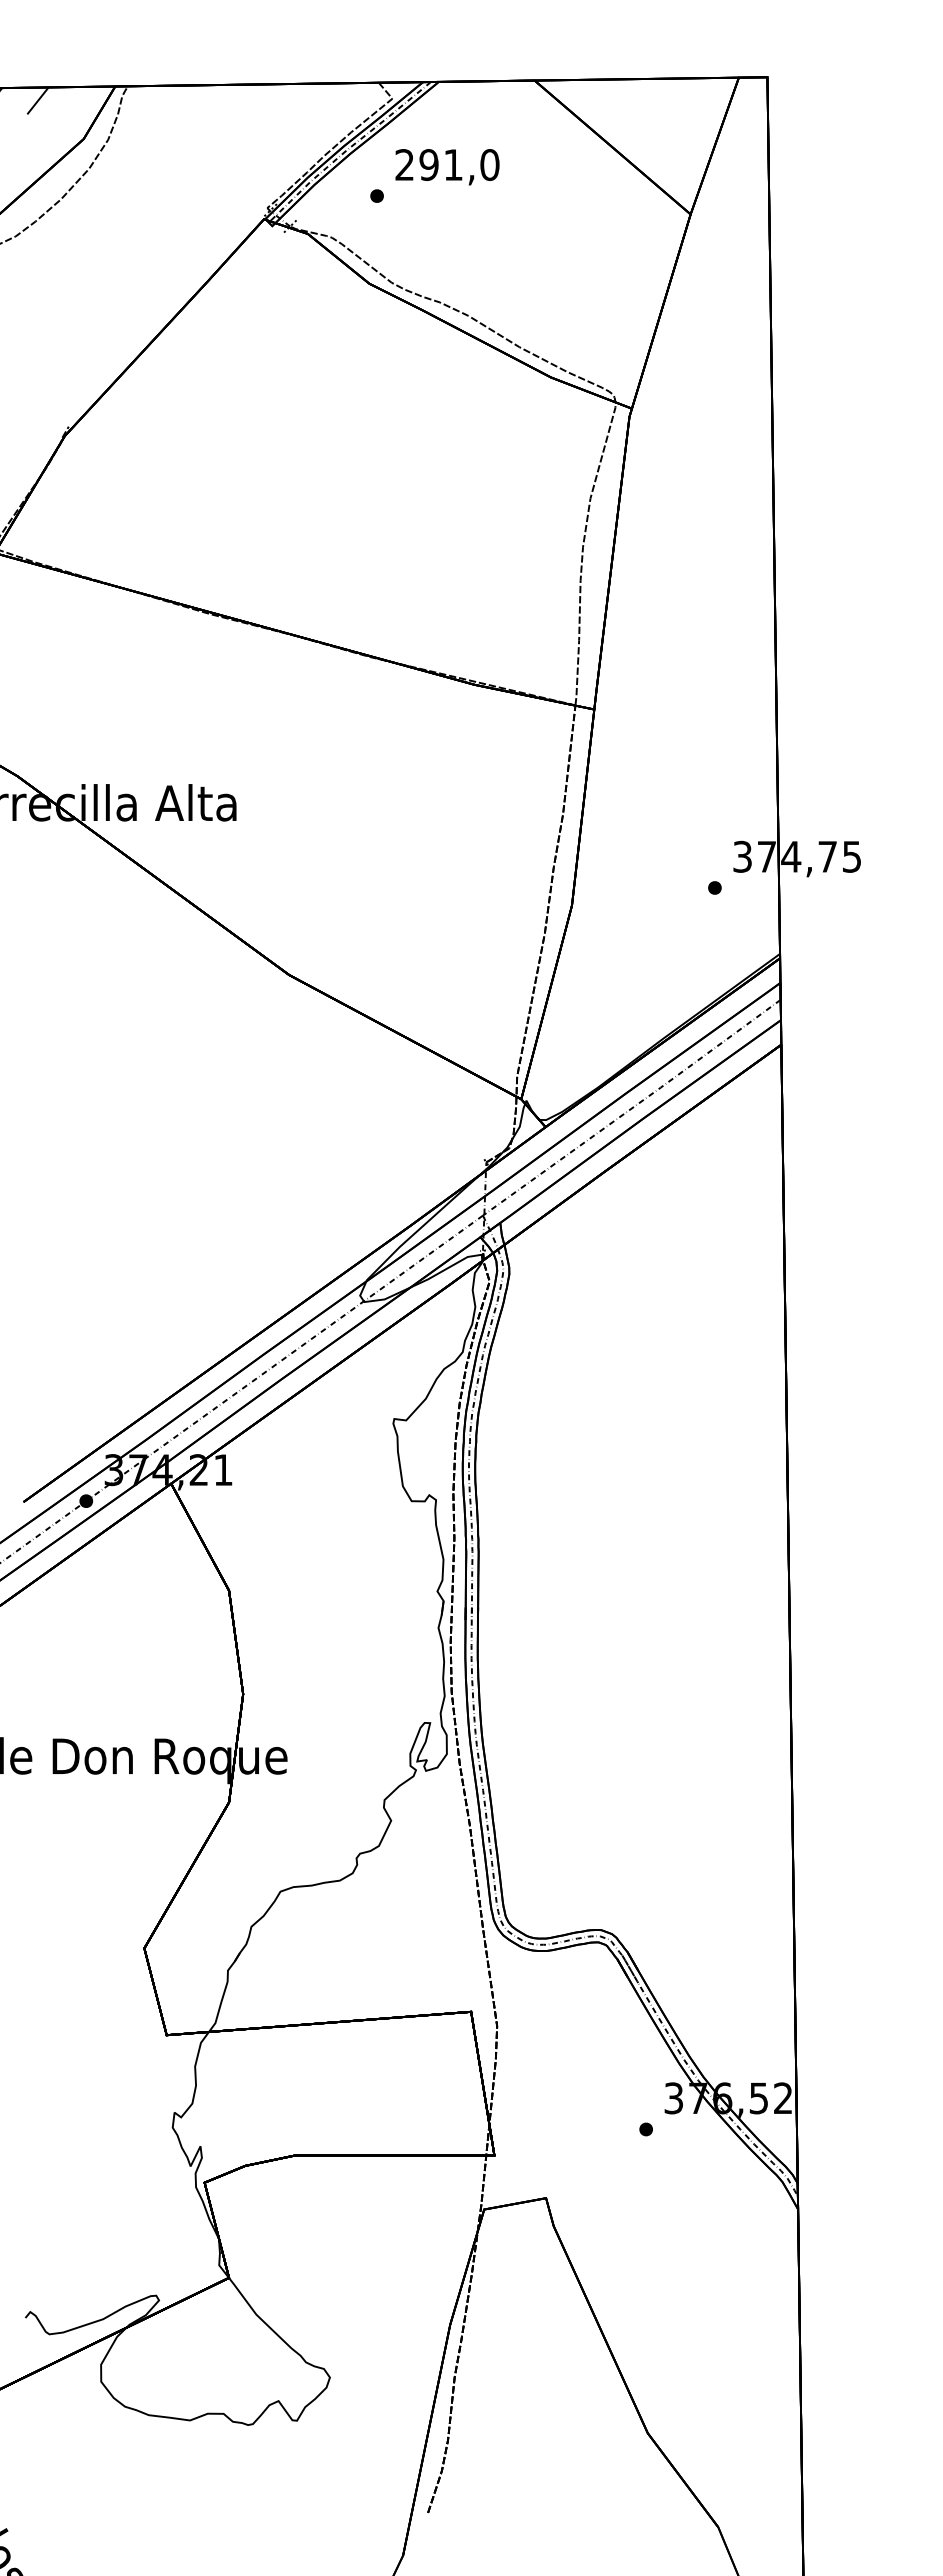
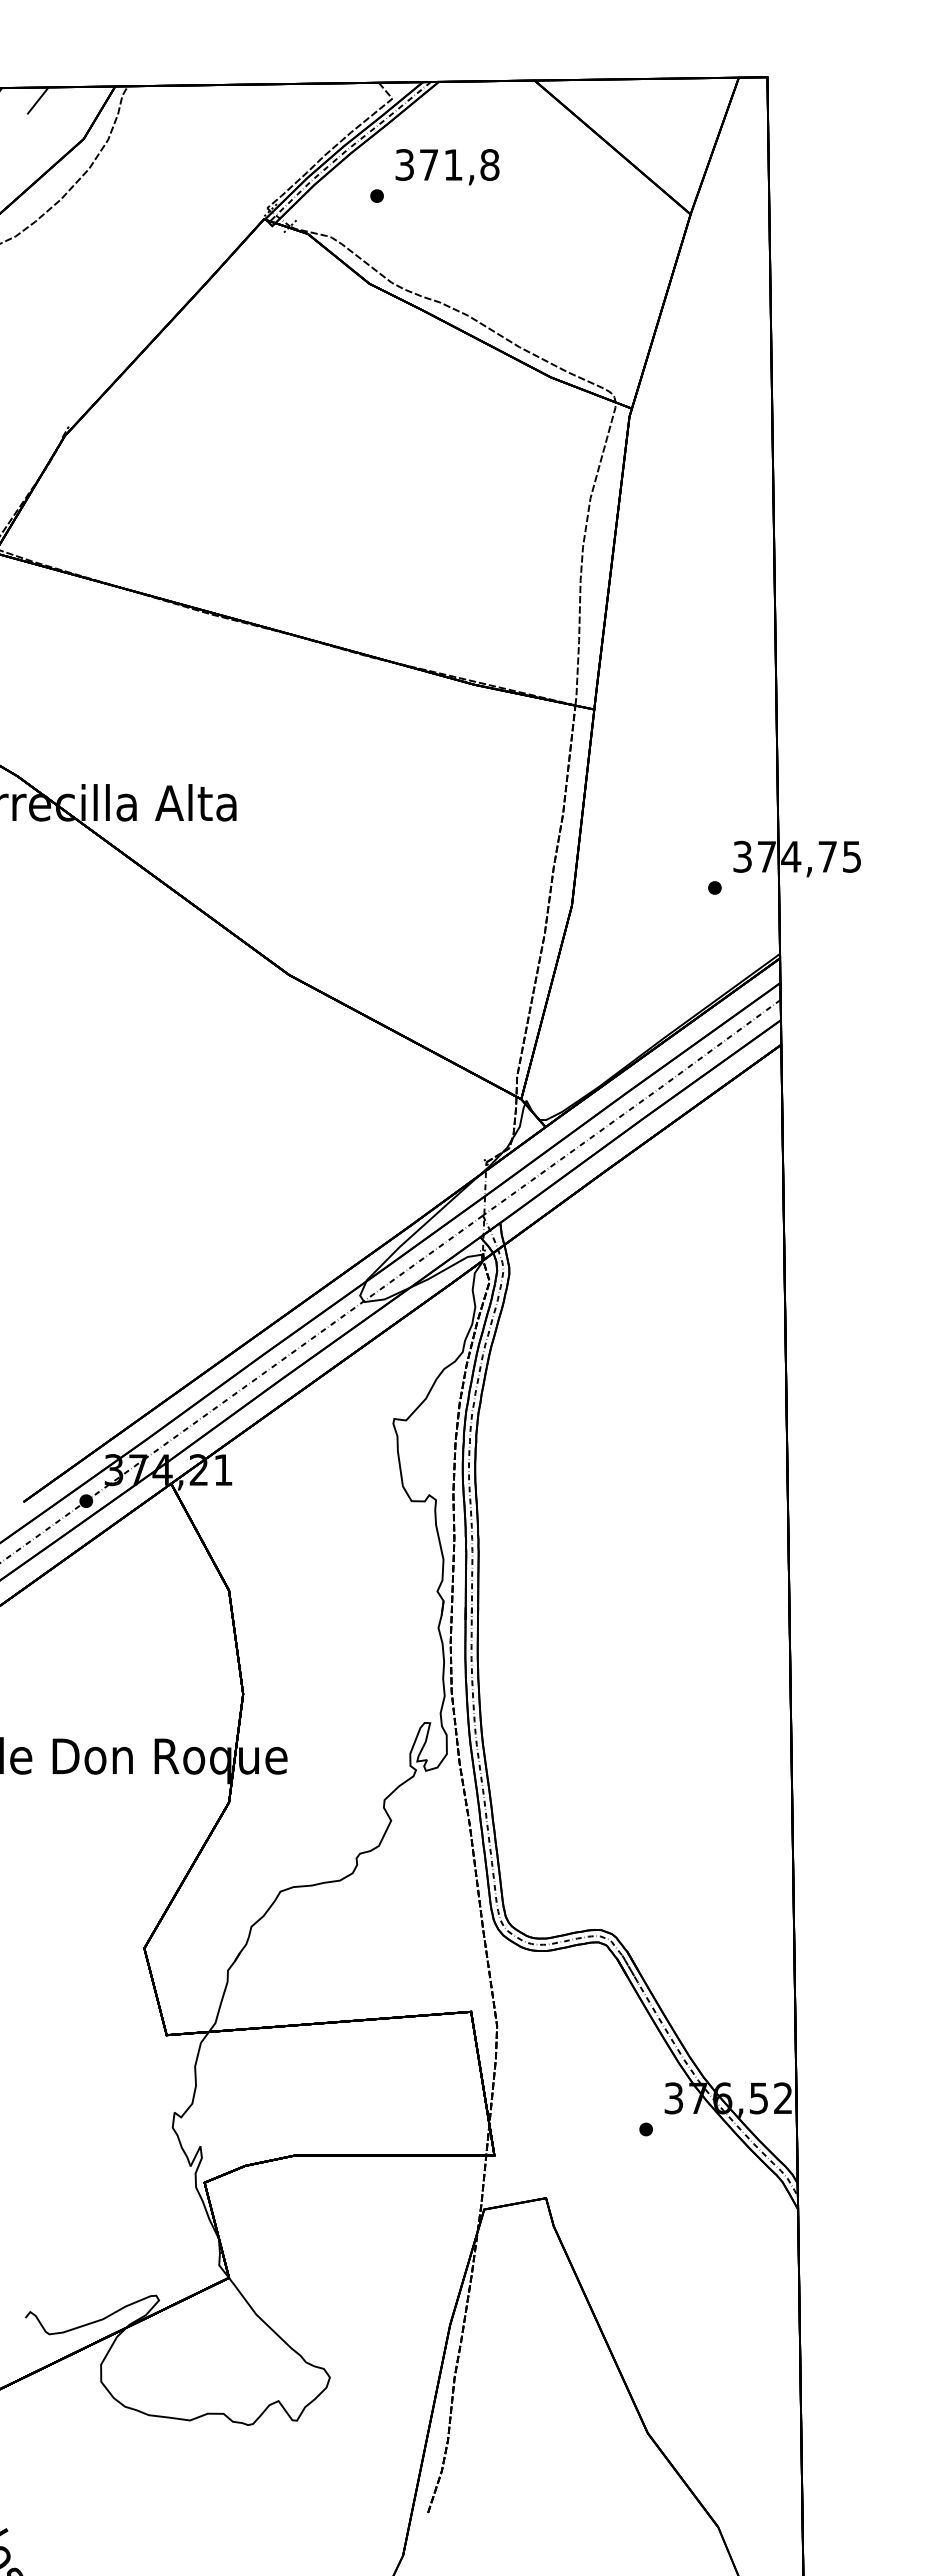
text at (447, 164): 291,0 -> 371,8
